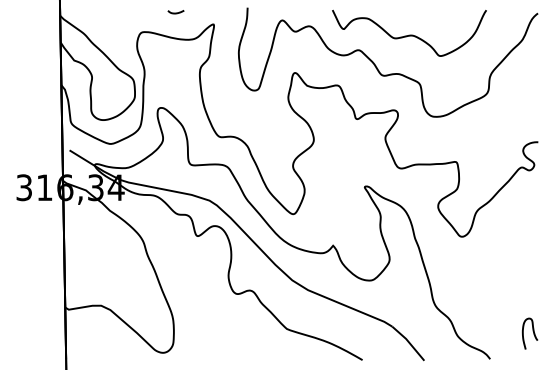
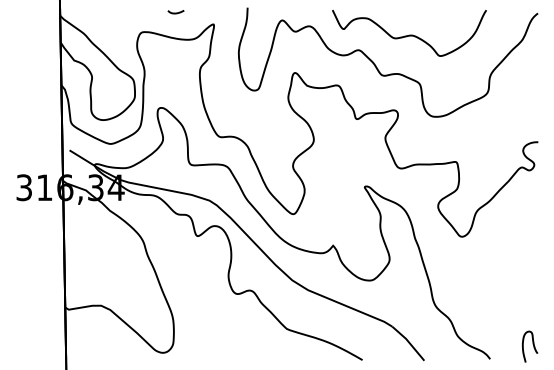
curve at (532, 331) position: (532, 331) -> (532, 344)
